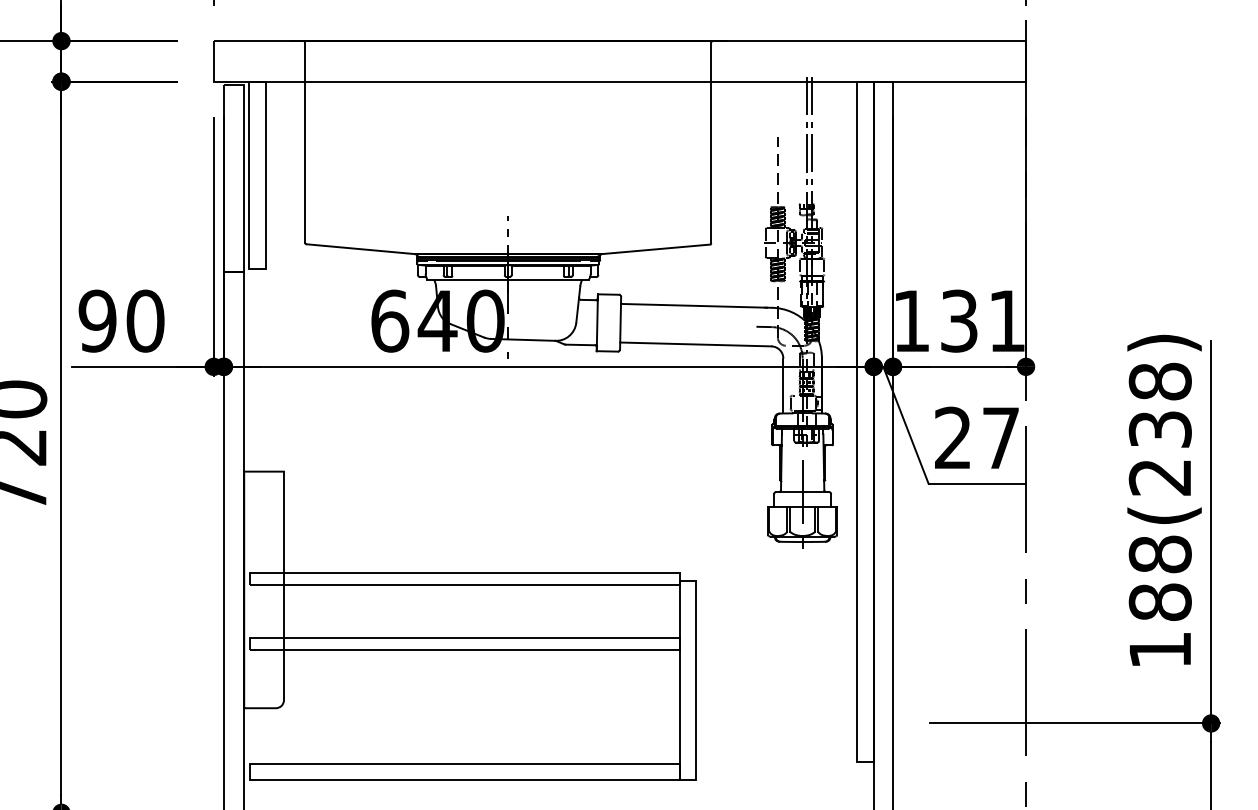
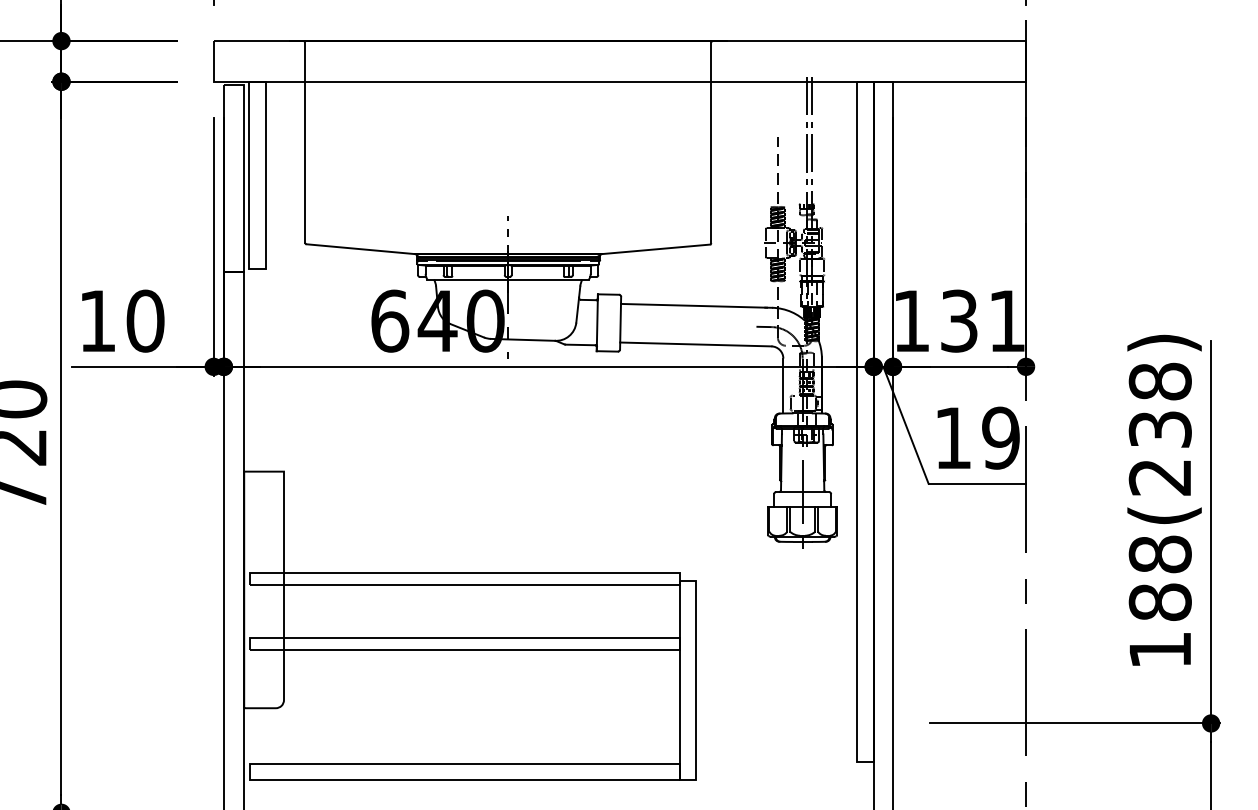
text at (97, 320): 90 -> 10
text at (977, 437): 27 -> 19
